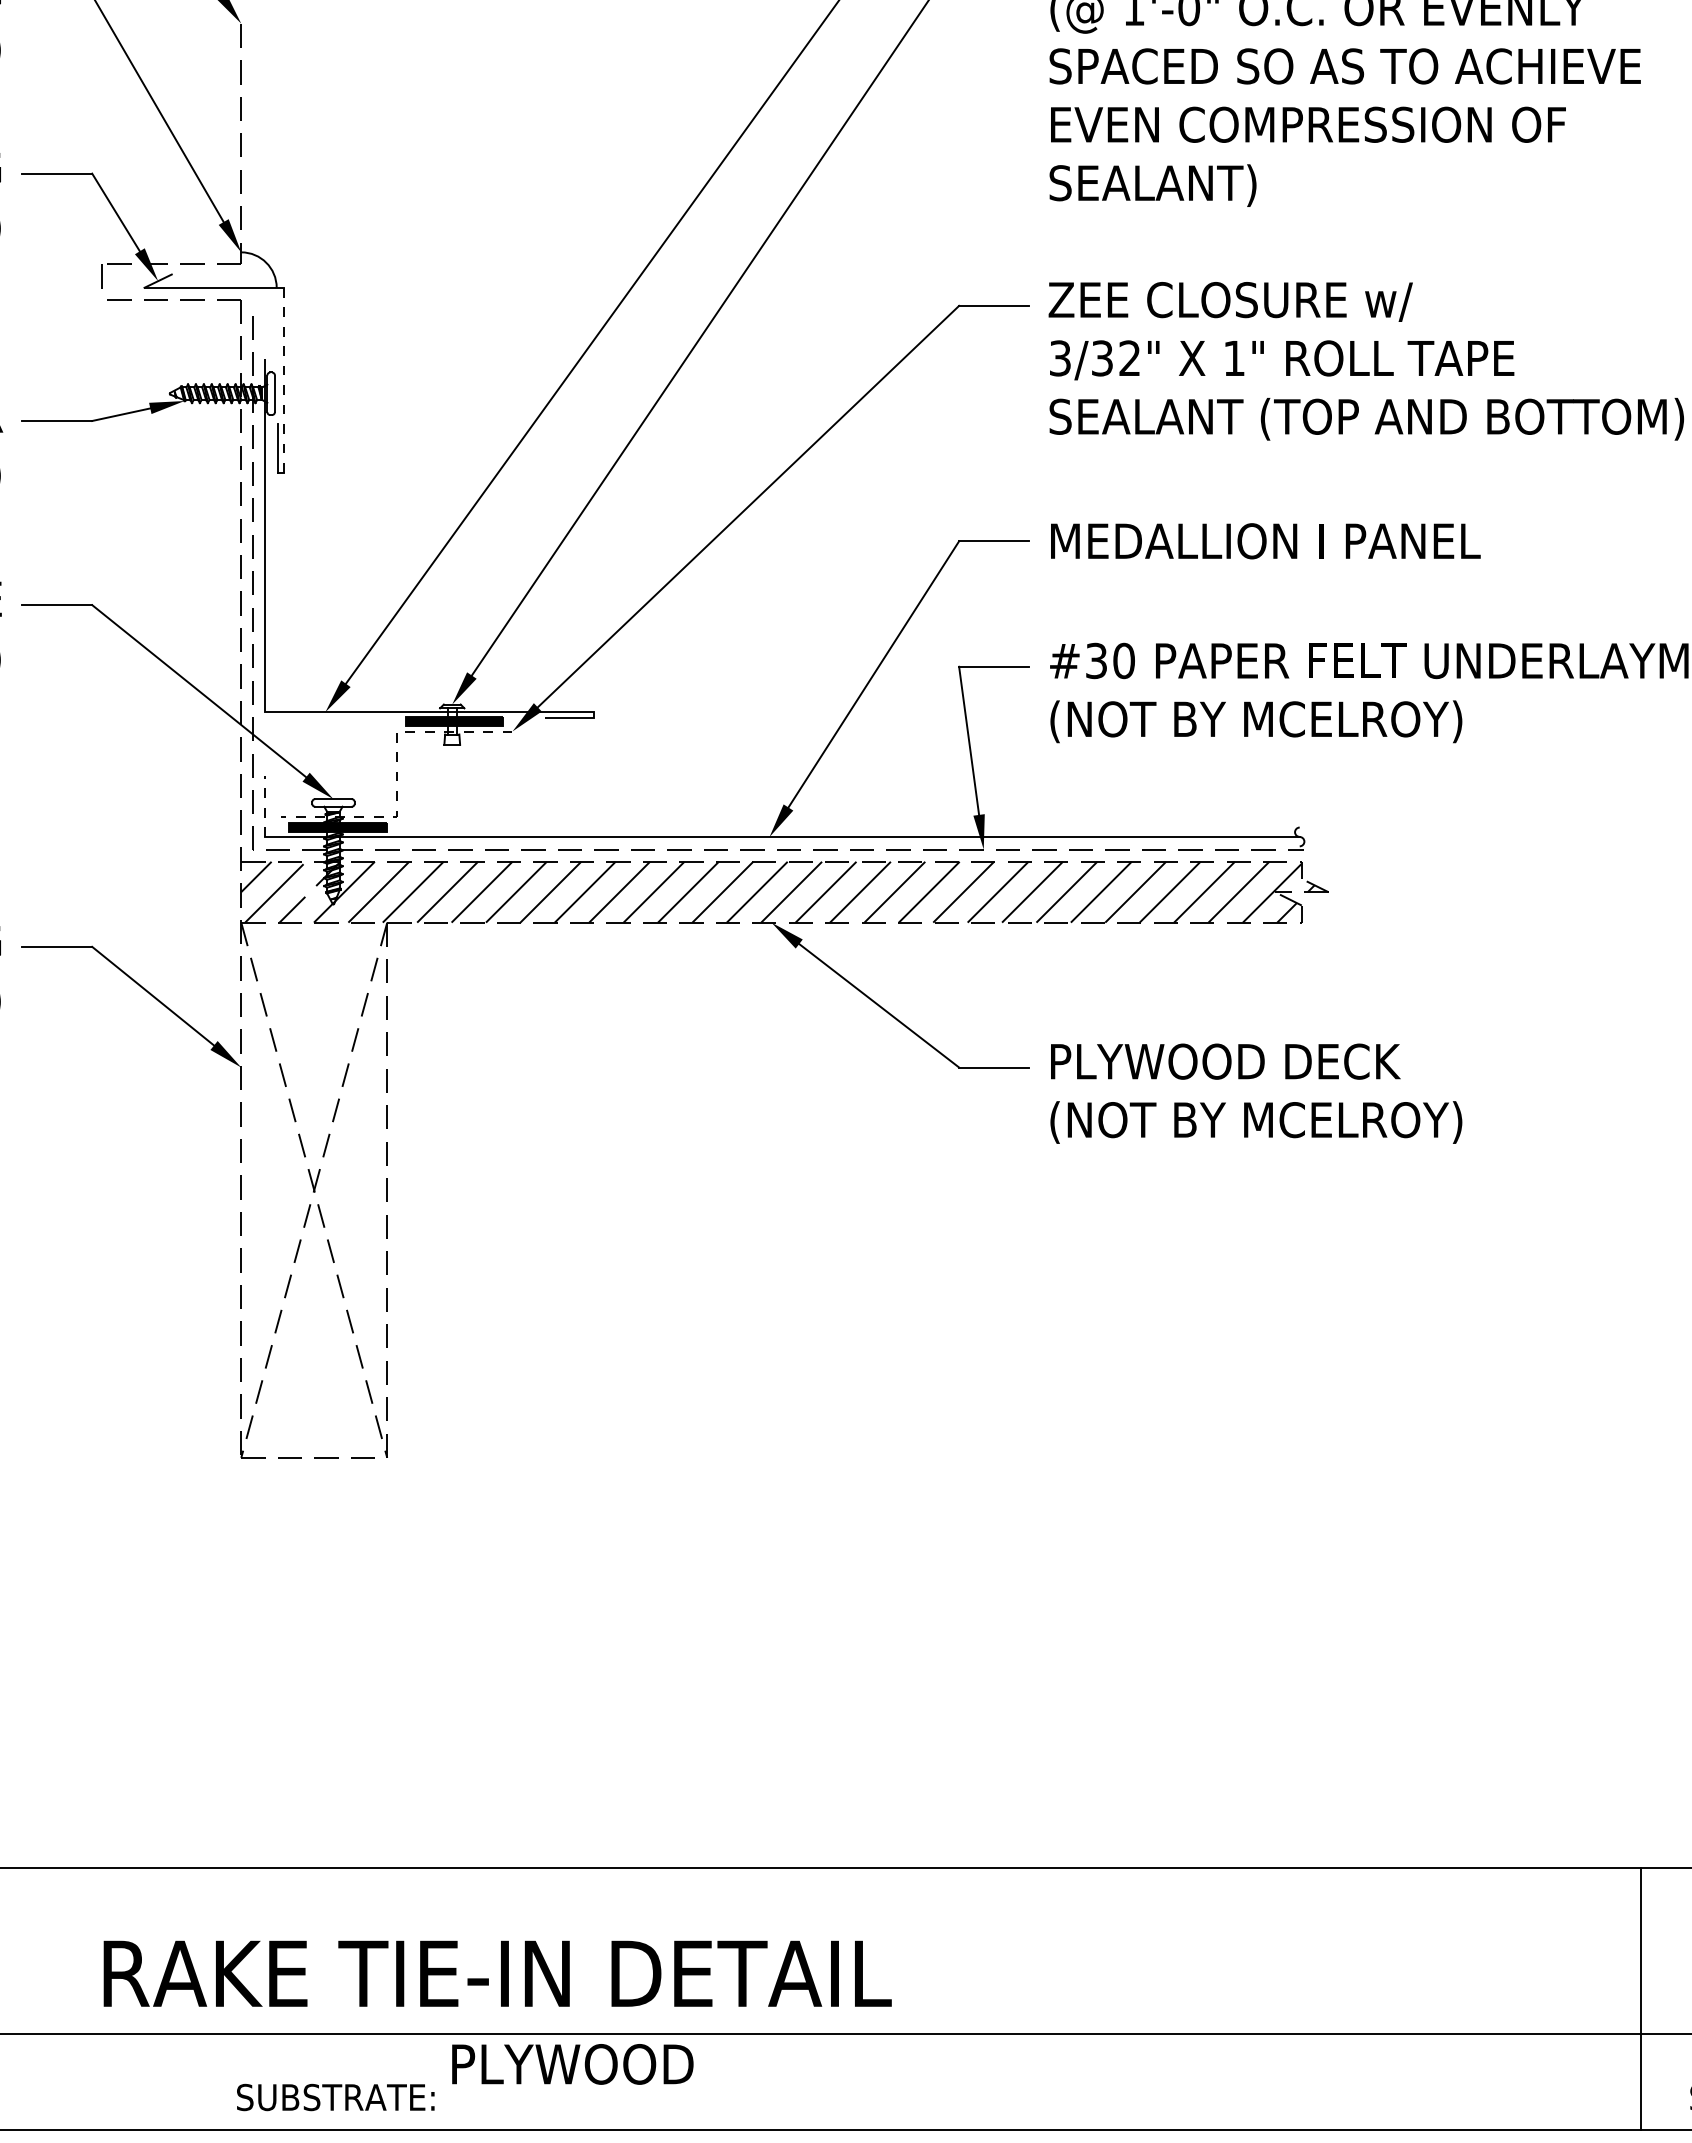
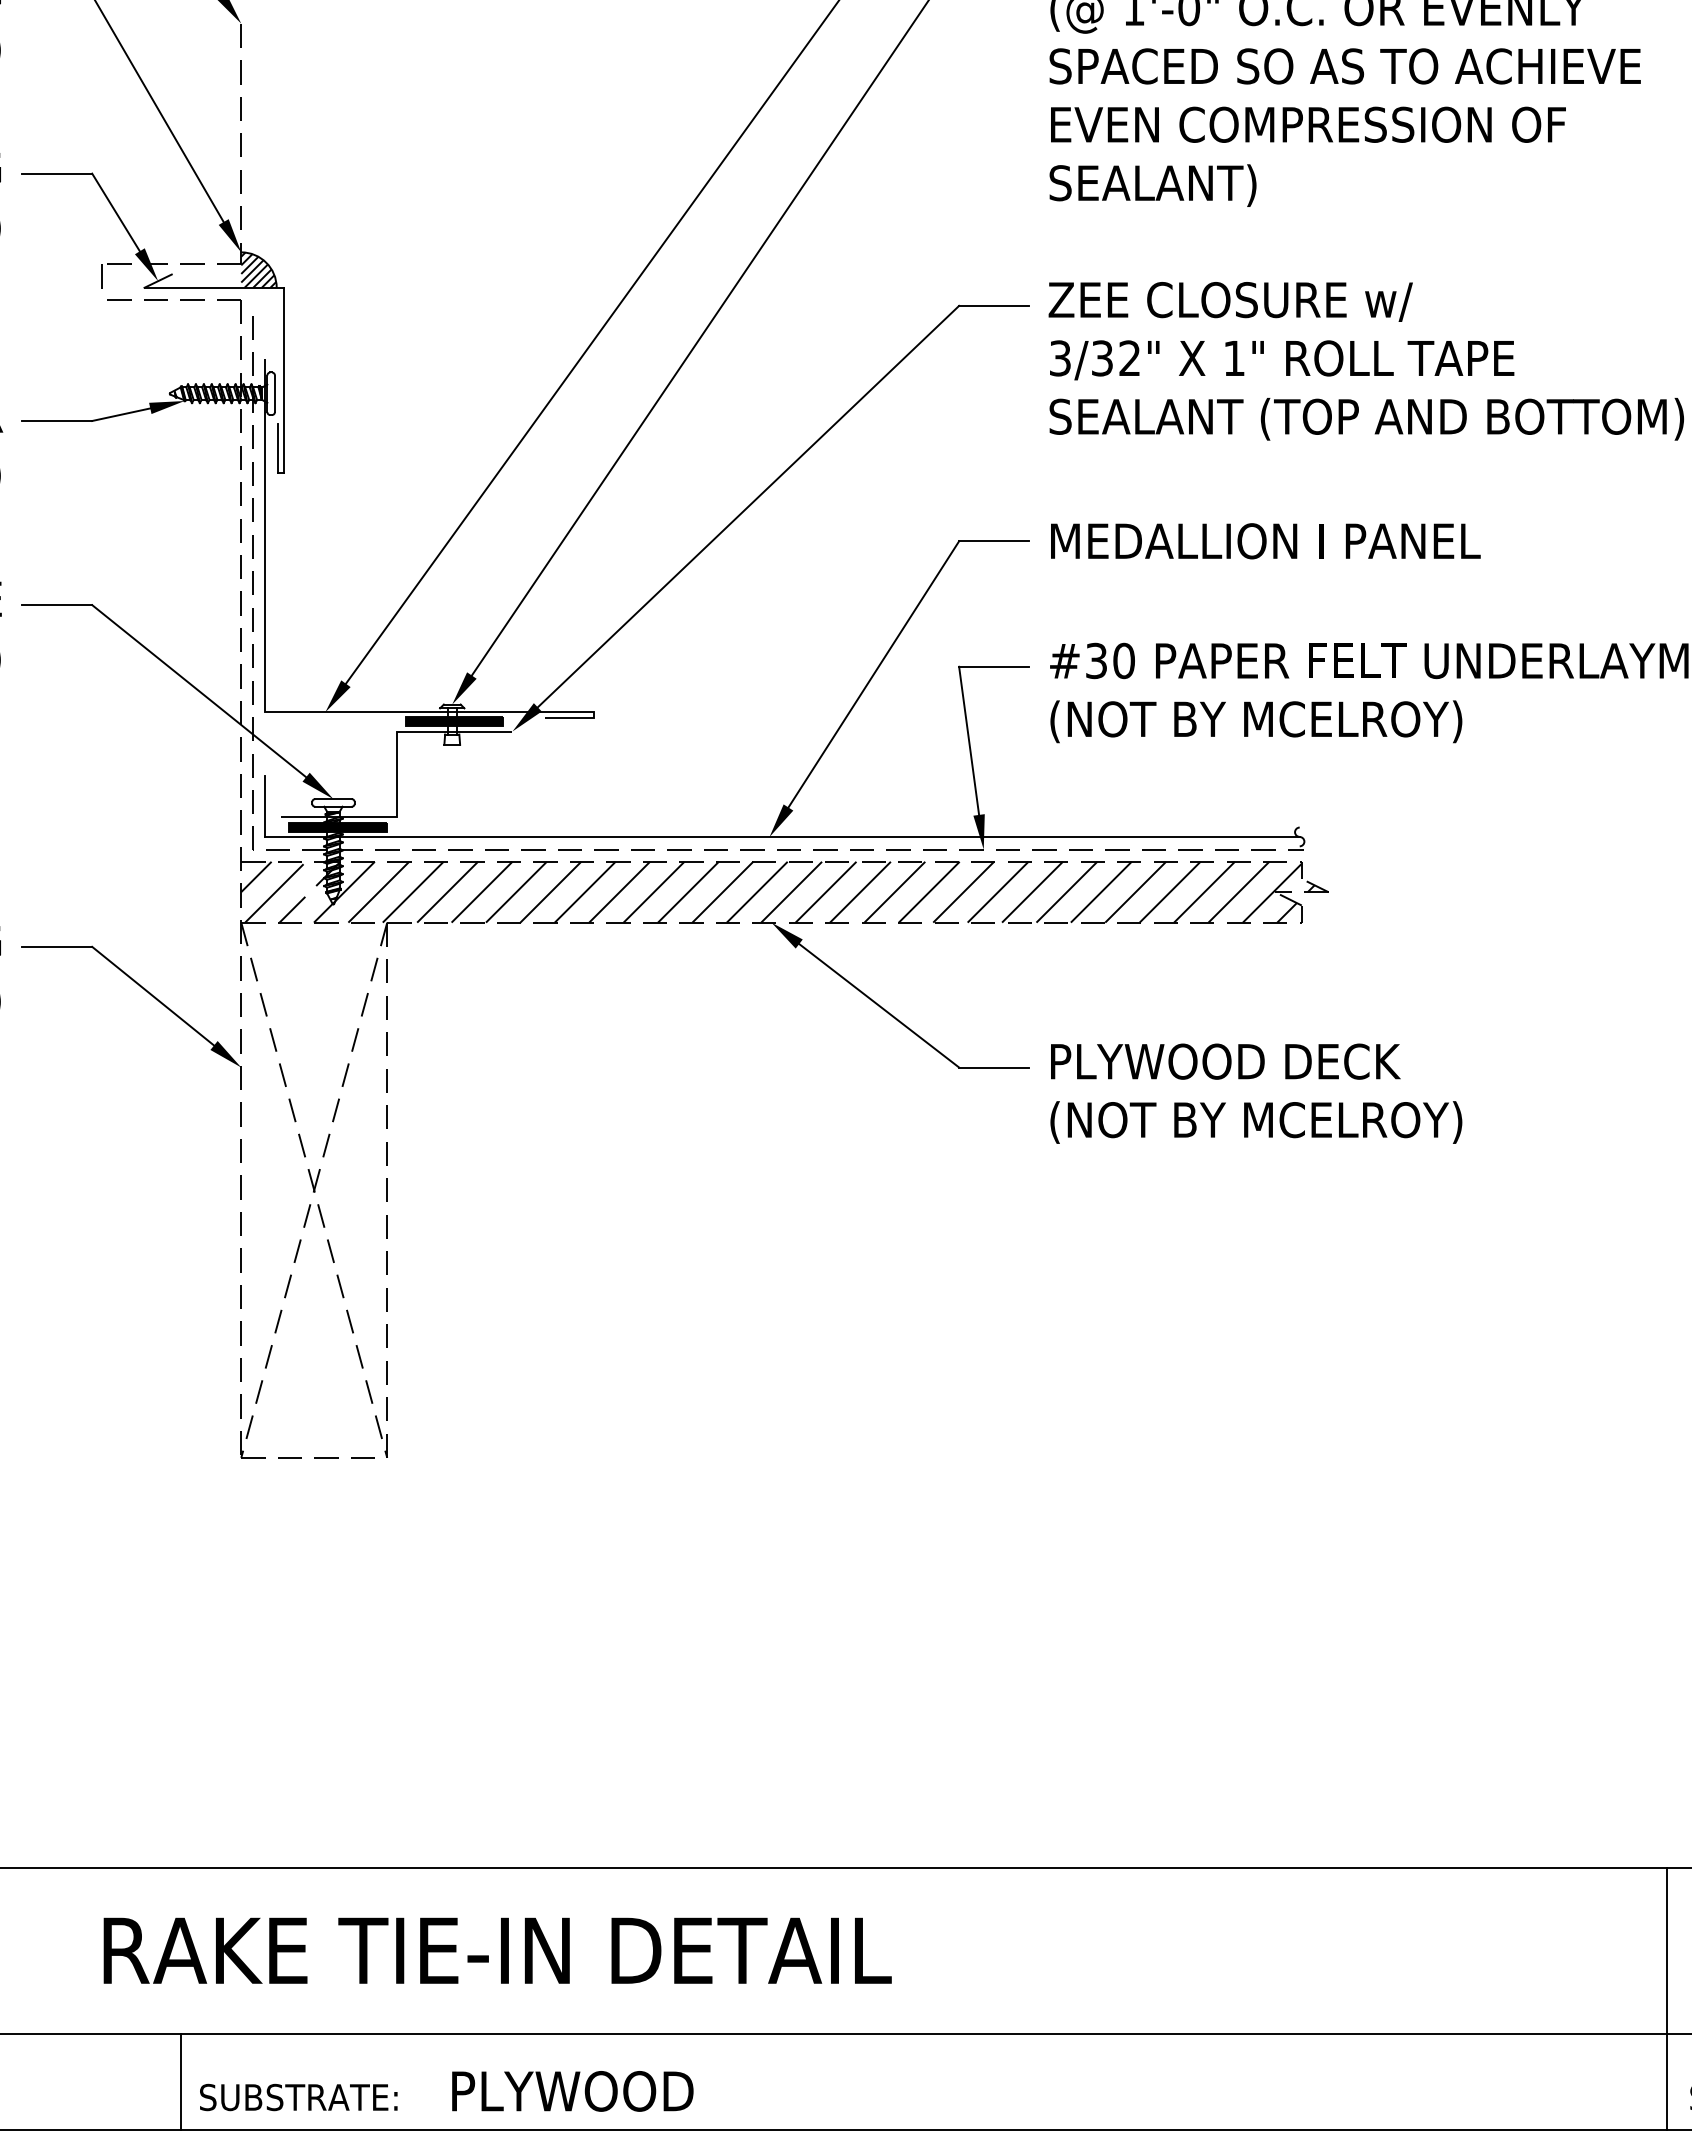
hatch at (258, 269): none -> present
line at (284, 379): dashed -> solid
line at (396, 774): dashed -> solid
line at (264, 806): dashed -> solid
text at (497, 1973) position: (497, 1973) -> (497, 1950)
line at (1640, 1998) position: (1640, 1998) -> (1666, 1998)
text at (572, 2064) position: (572, 2064) -> (572, 2091)
line at (180, 2081): none -> present
text at (335, 2097) position: (335, 2097) -> (298, 2097)
